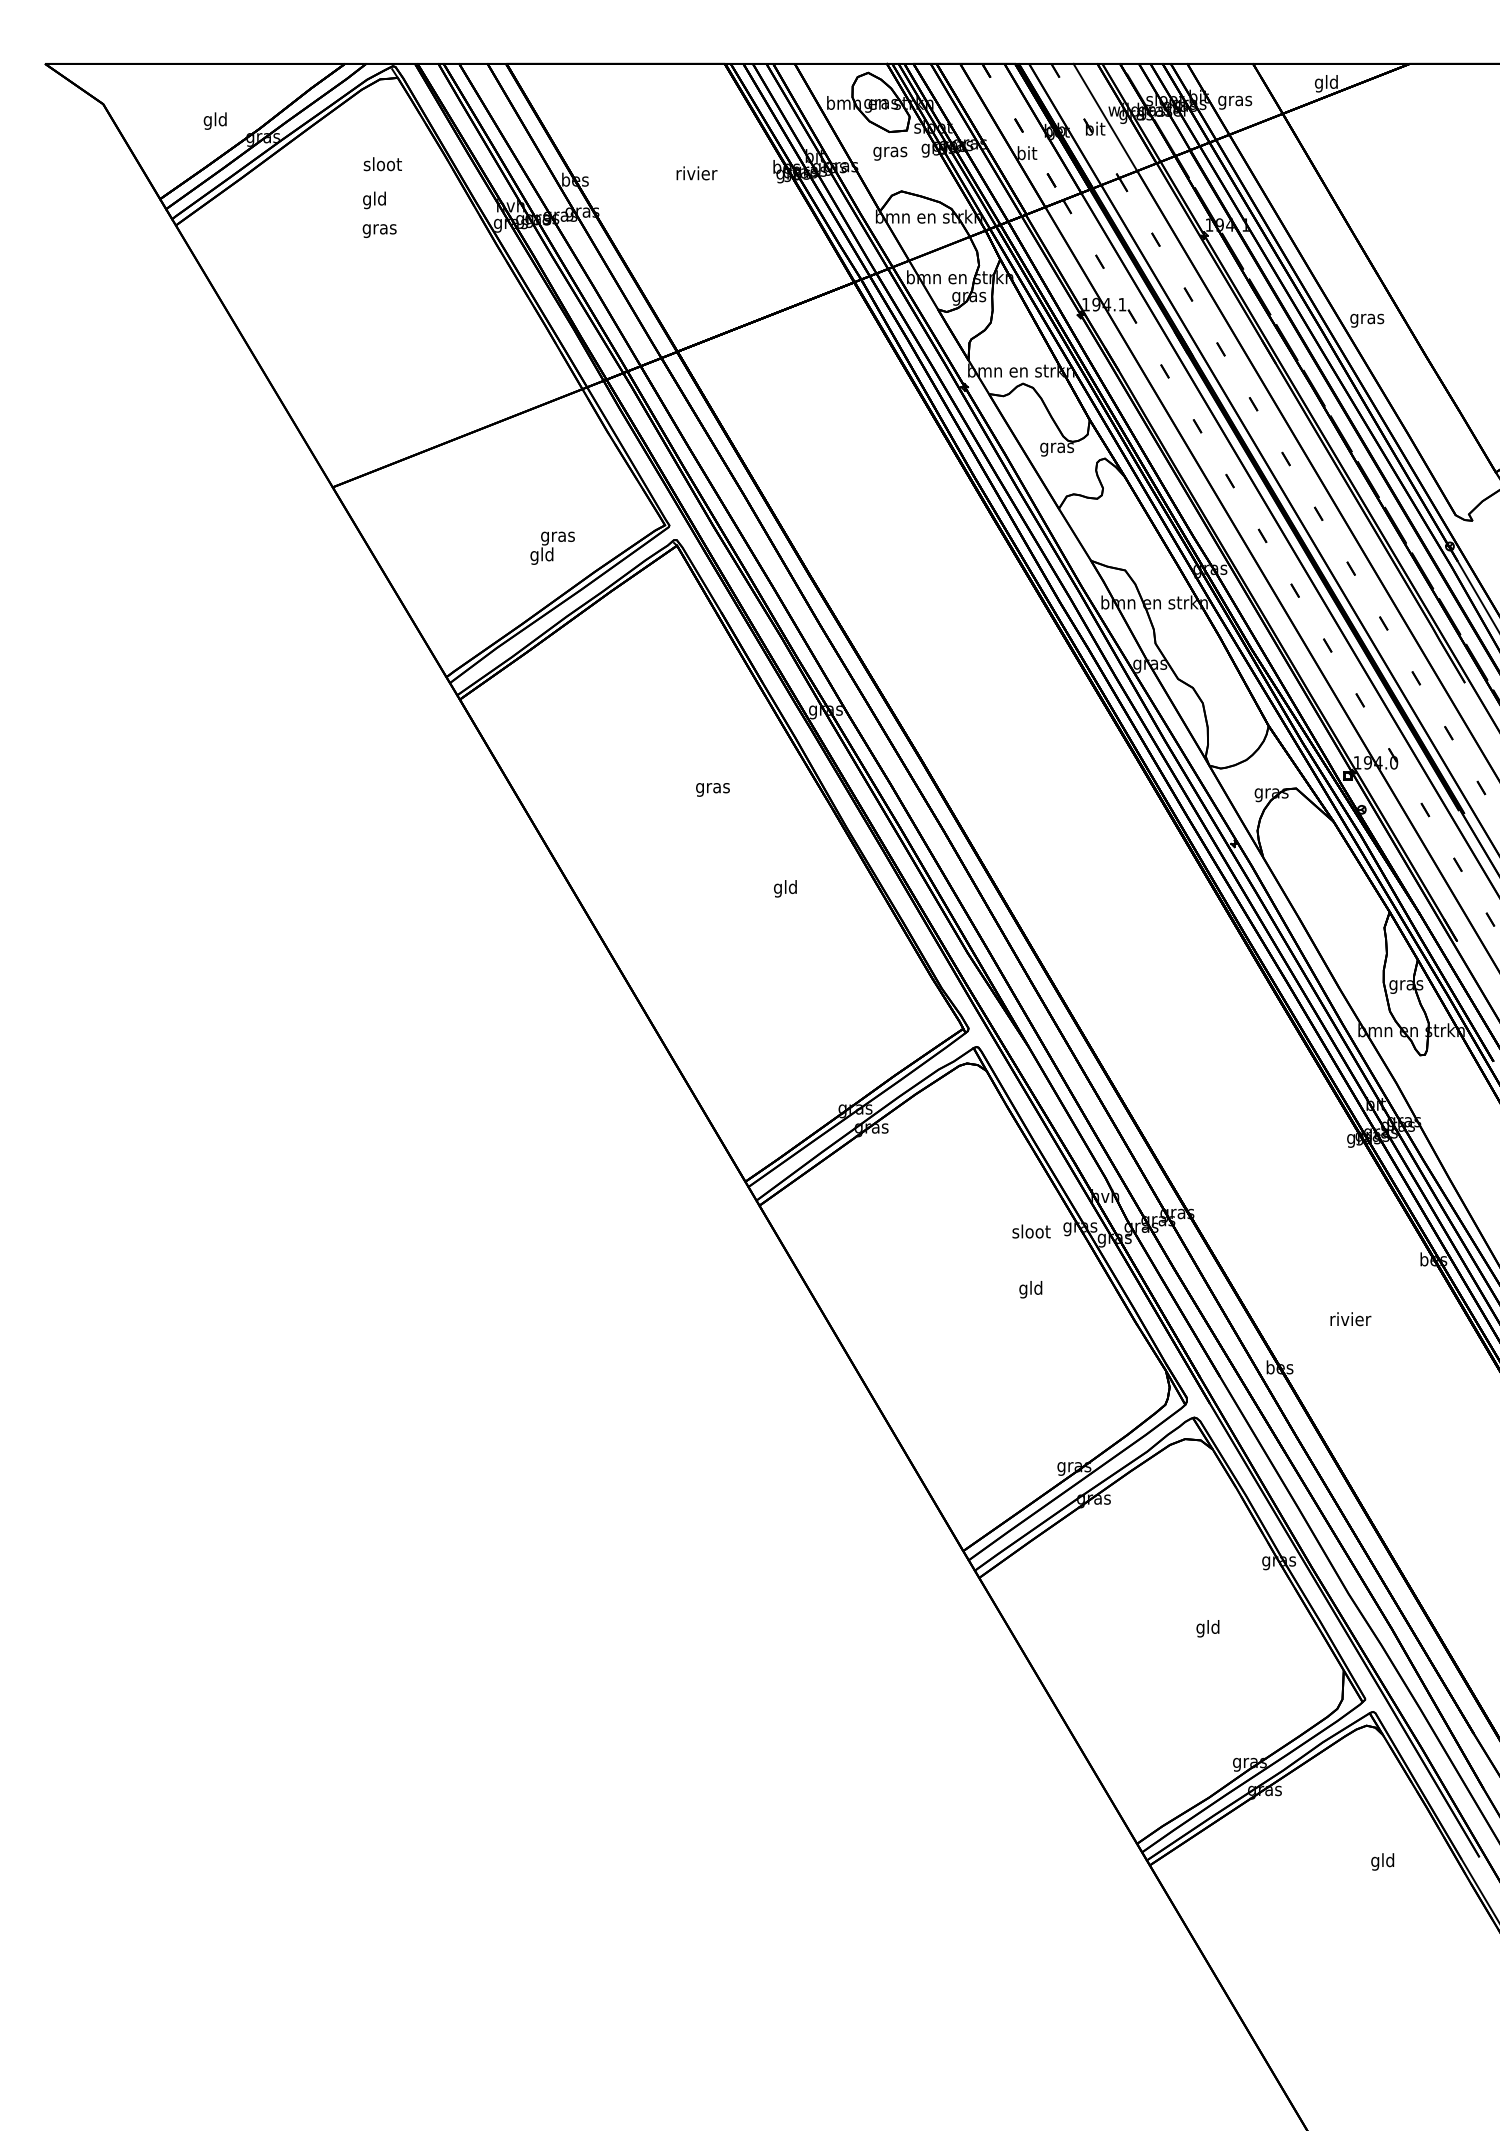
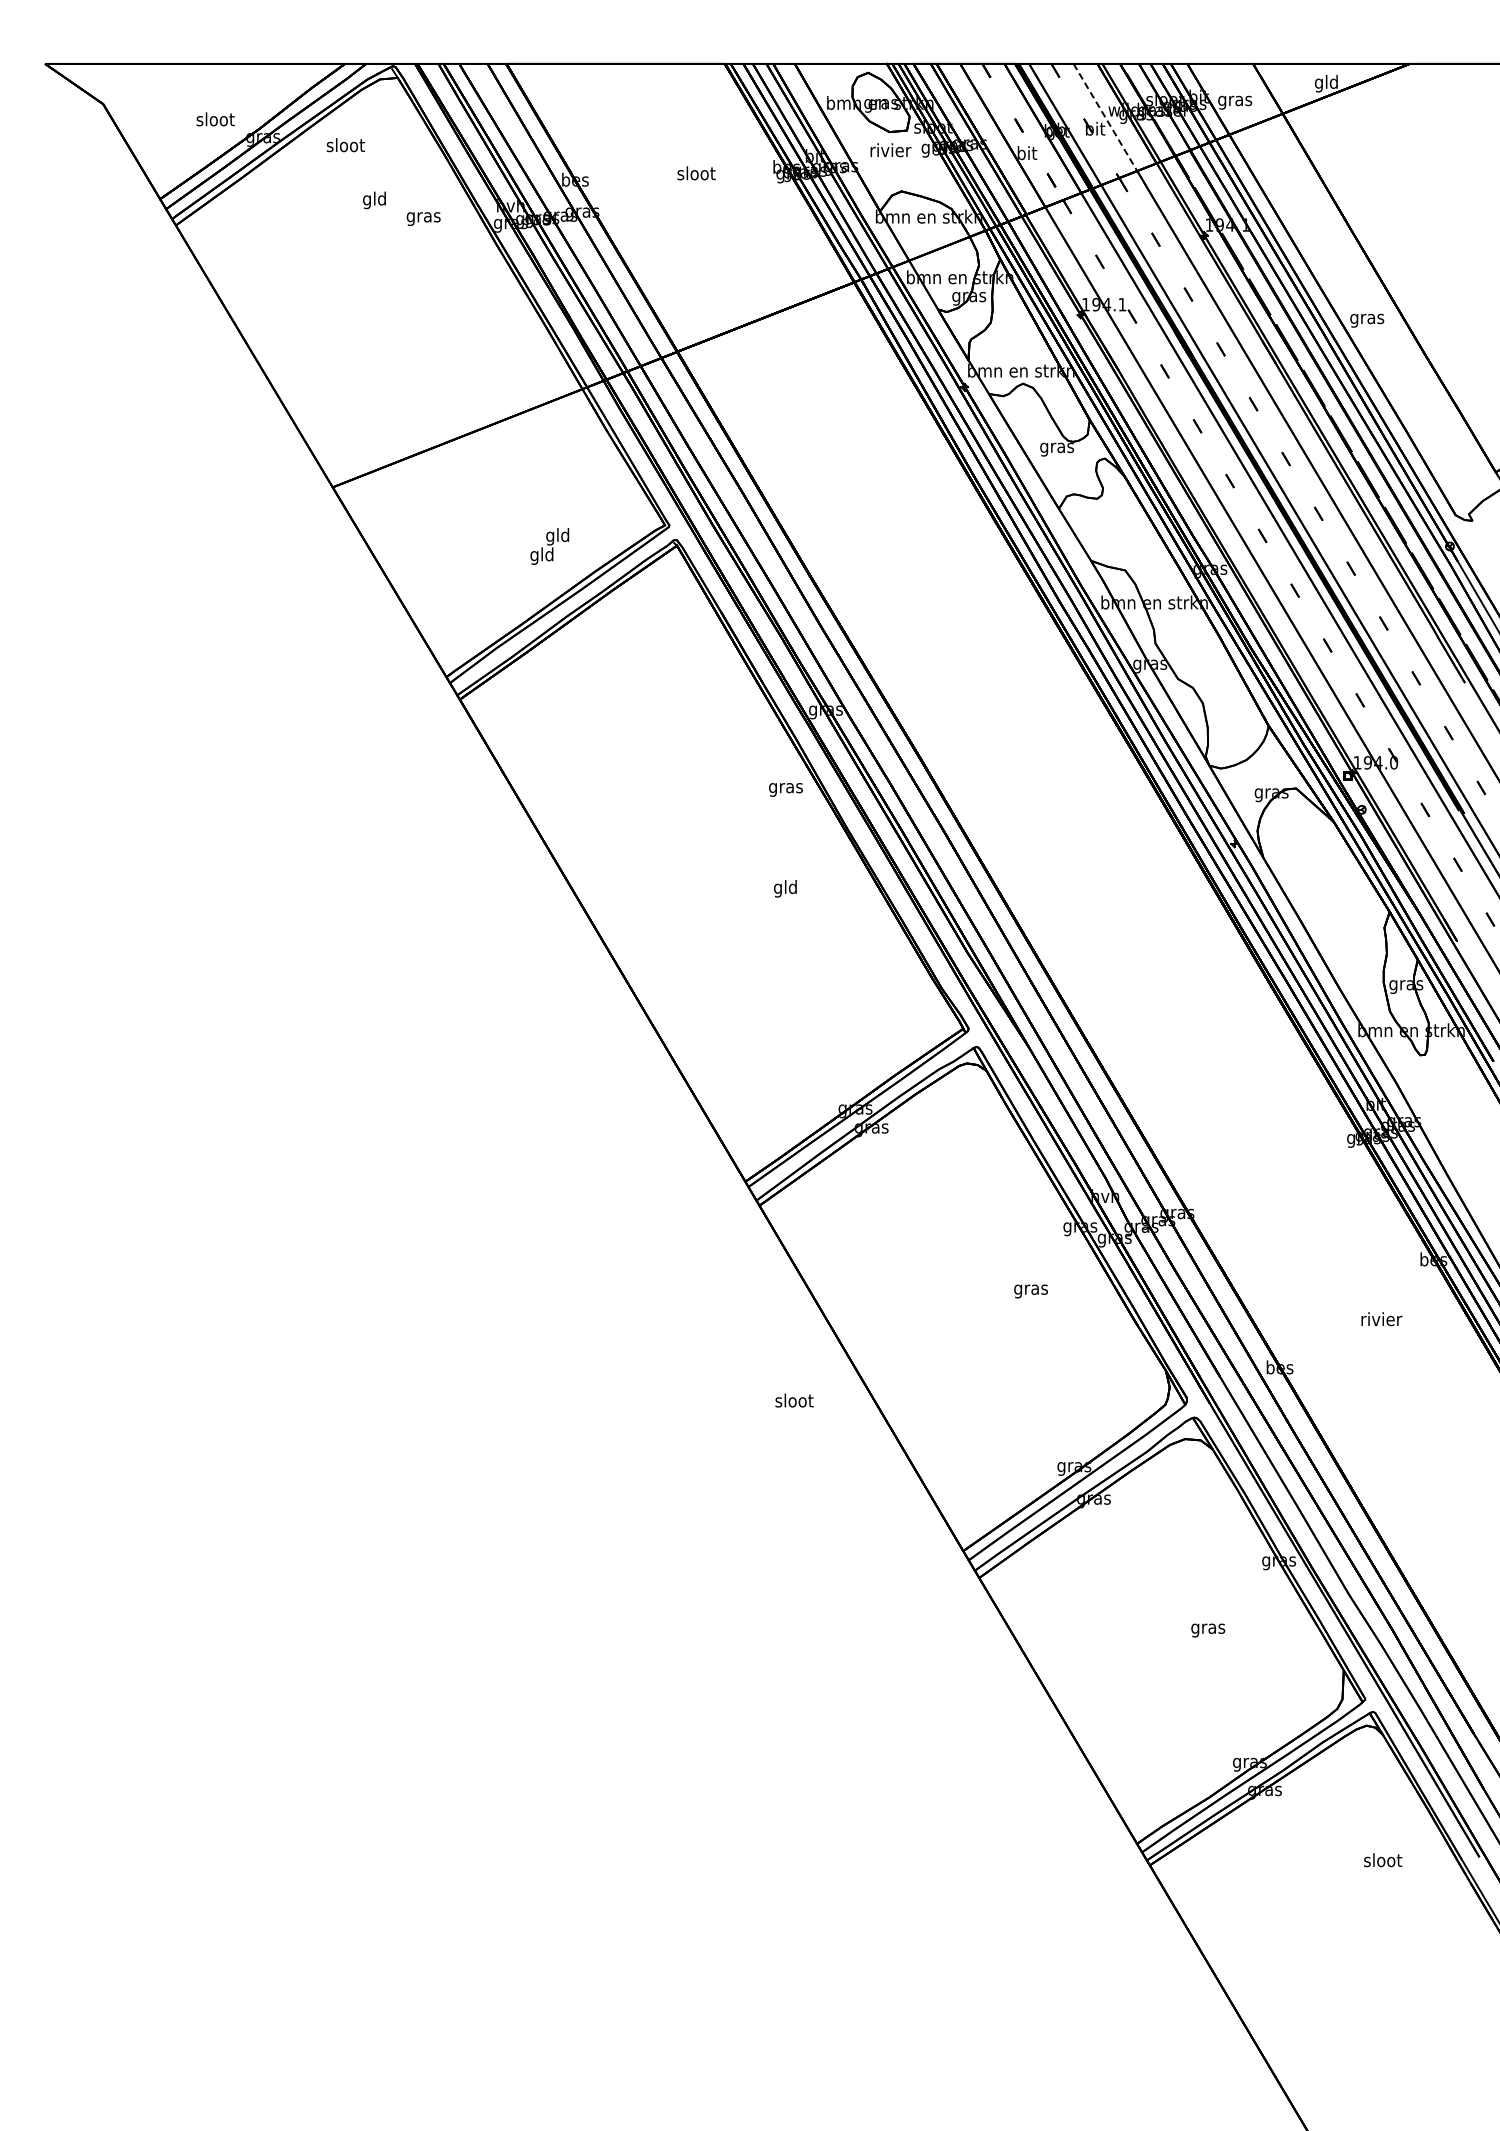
line at (1105, 117): solid -> dashed
text at (215, 120): gld -> sloot
text at (890, 151): gras -> rivier
text at (382, 164) position: (382, 164) -> (345, 145)
text at (696, 173): rivier -> sloot
text at (379, 230) position: (379, 230) -> (423, 218)
text at (557, 536): gras -> gld
text at (712, 789) position: (712, 789) -> (785, 789)
text at (1031, 1231) position: (1031, 1231) -> (794, 1400)
text at (1030, 1289): gld -> gras
text at (1350, 1319) position: (1350, 1319) -> (1381, 1319)
text at (1208, 1628): gld -> gras
text at (1383, 1861): gld -> sloot
